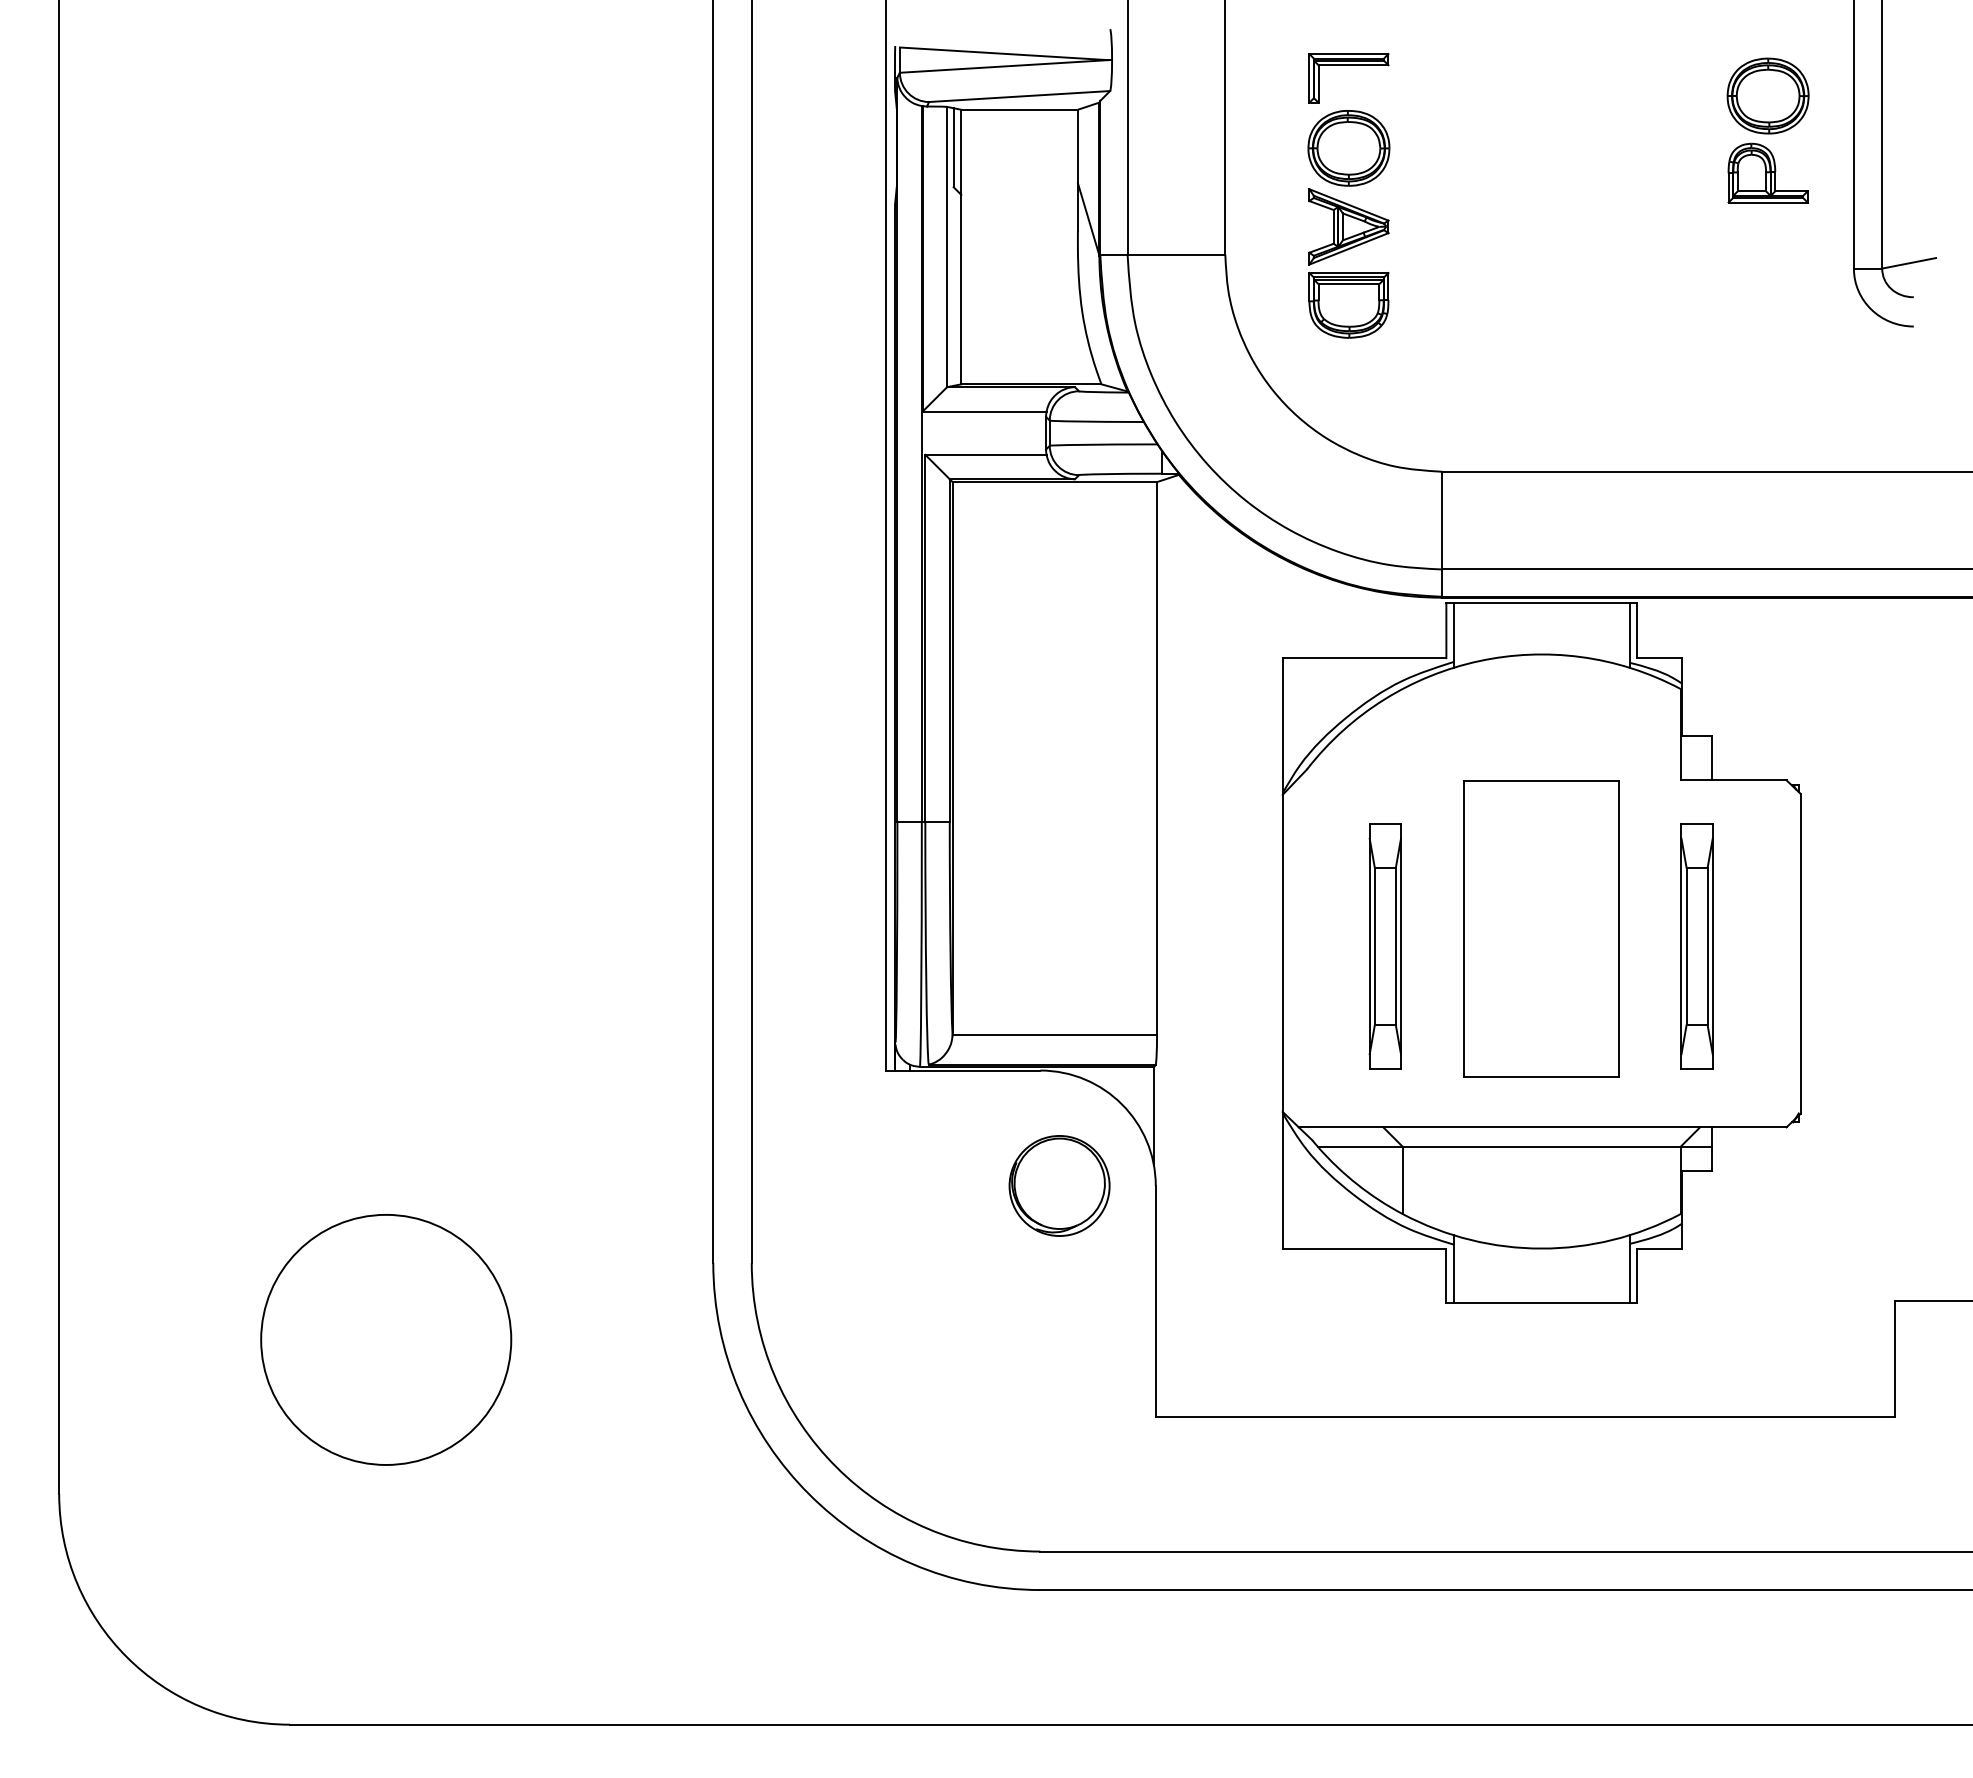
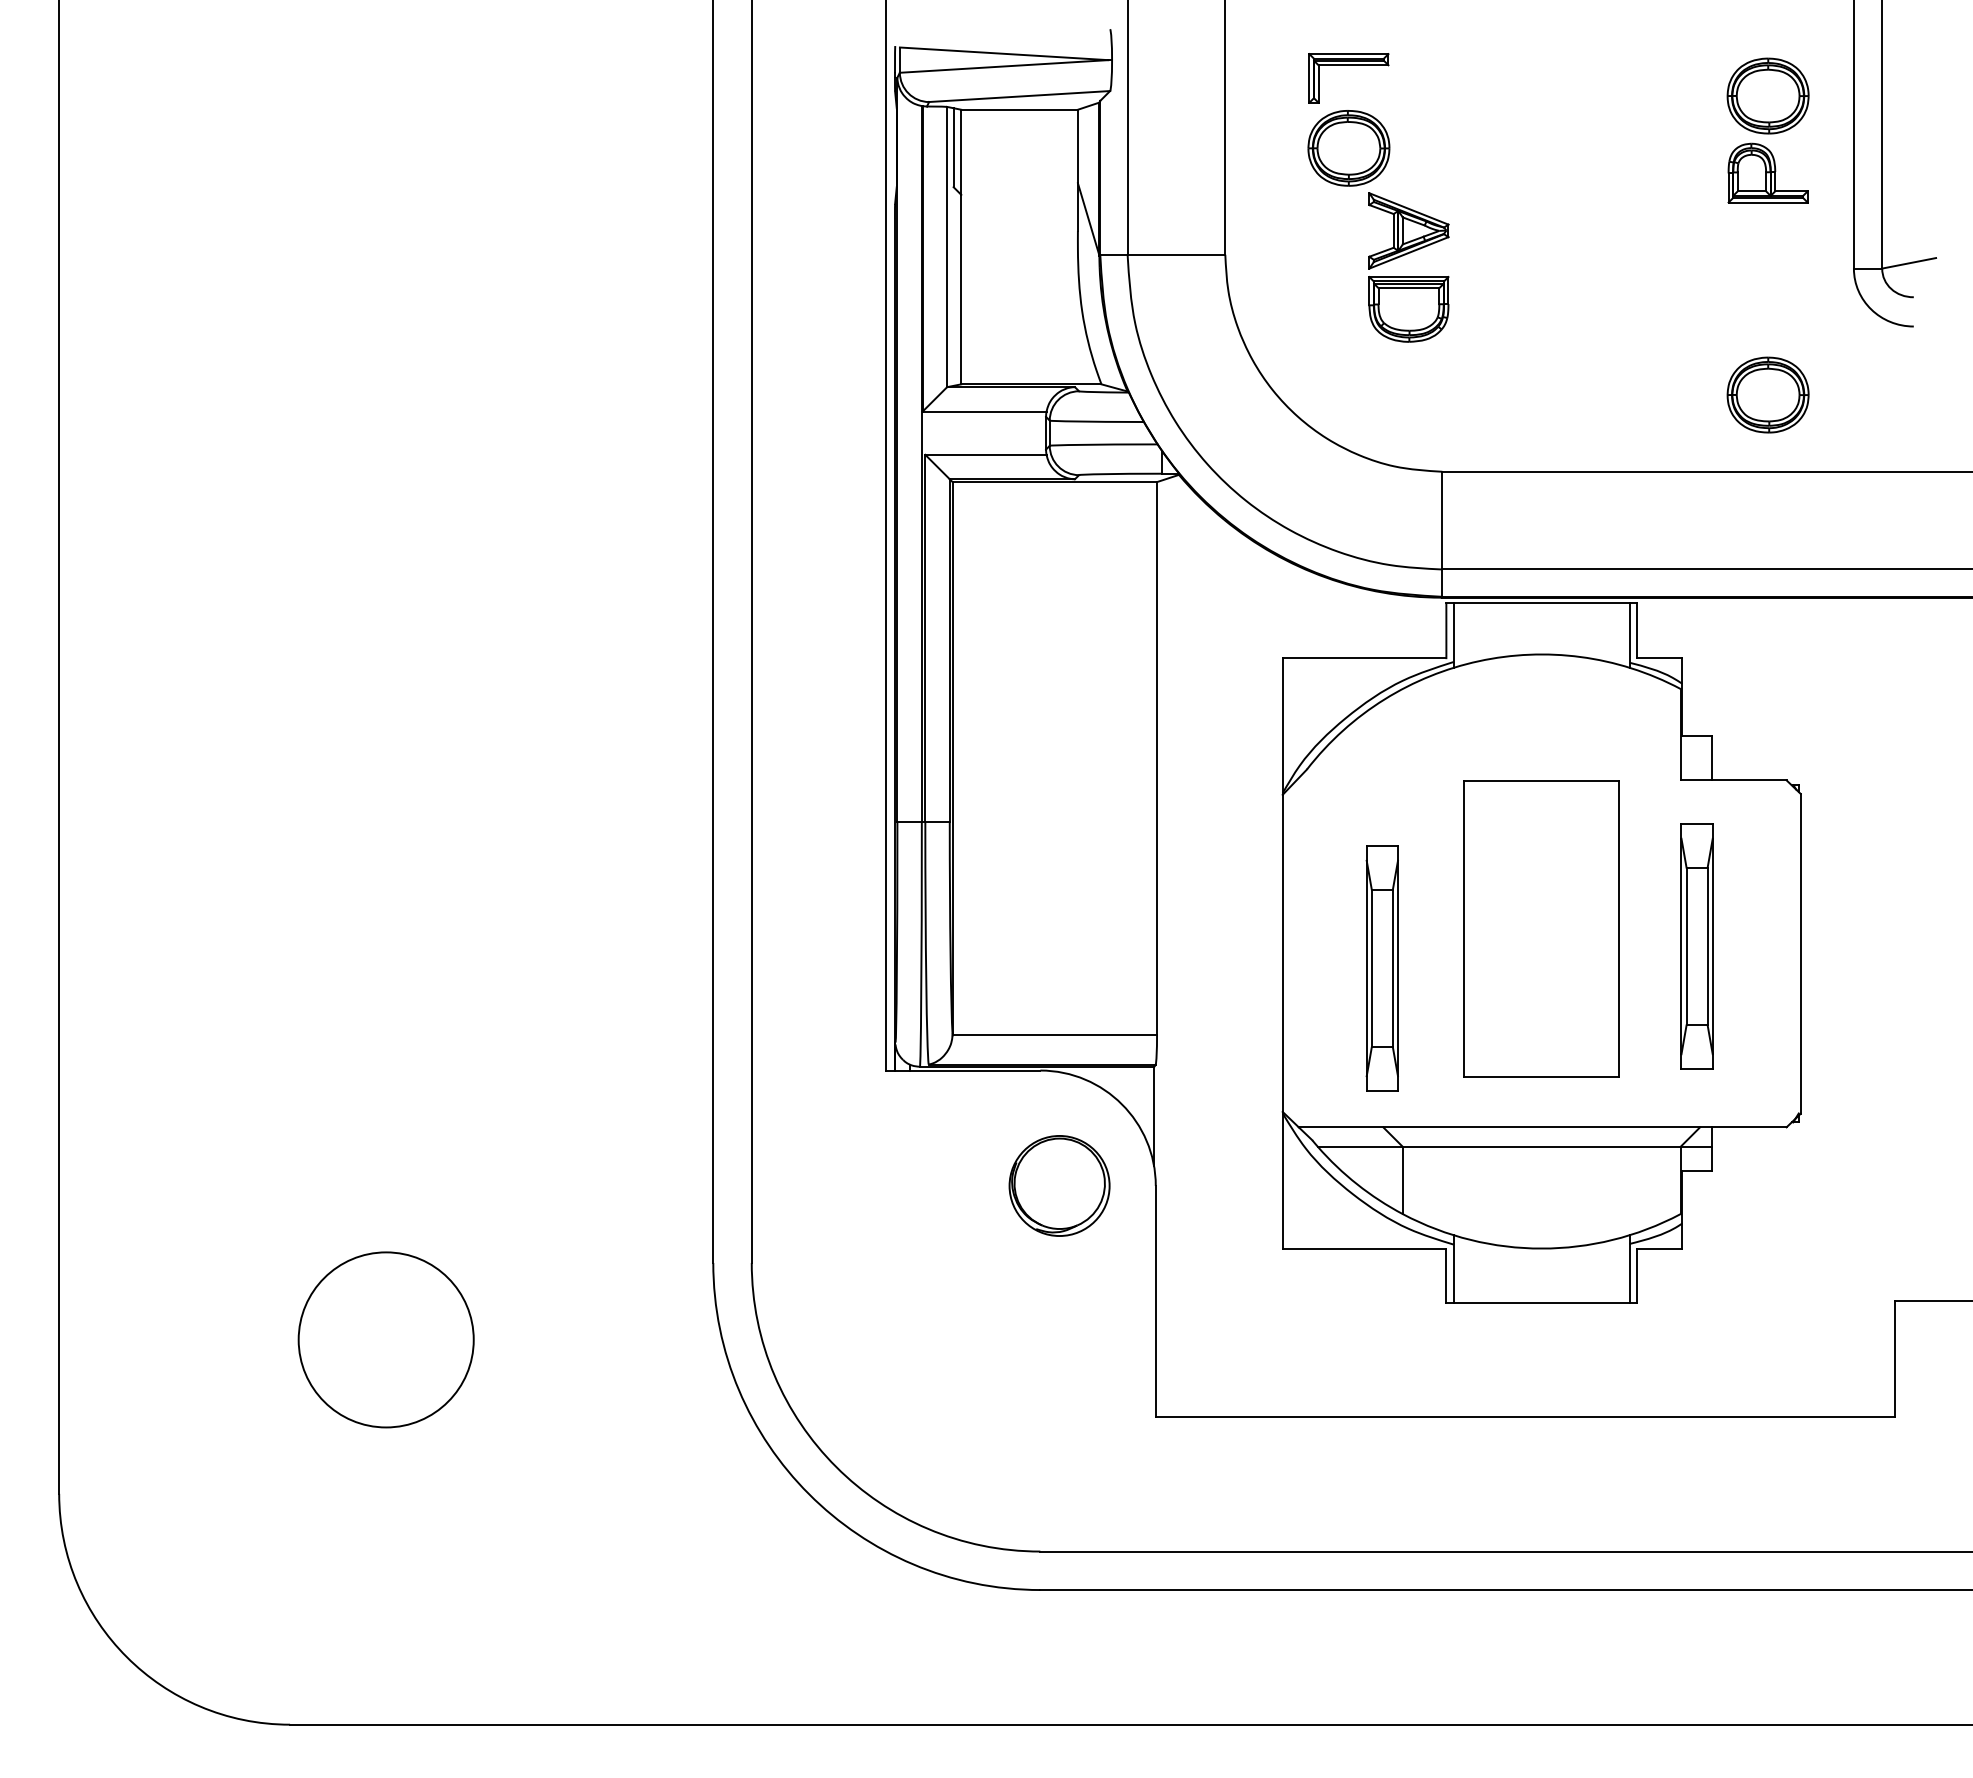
part at (1348, 272) position: (1348, 272) -> (1408, 276)
part at (1767, 394): none -> present
part at (1384, 946) position: (1384, 946) -> (1381, 968)
circle at (386, 1339) diameter: 250 px -> 175 px
